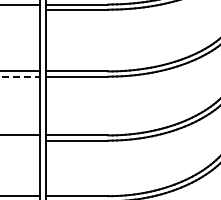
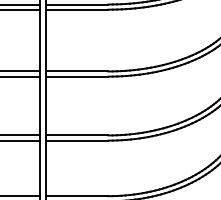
line at (20, 9): none -> present
line at (20, 76): dashed -> solid
line at (20, 140): none -> present
